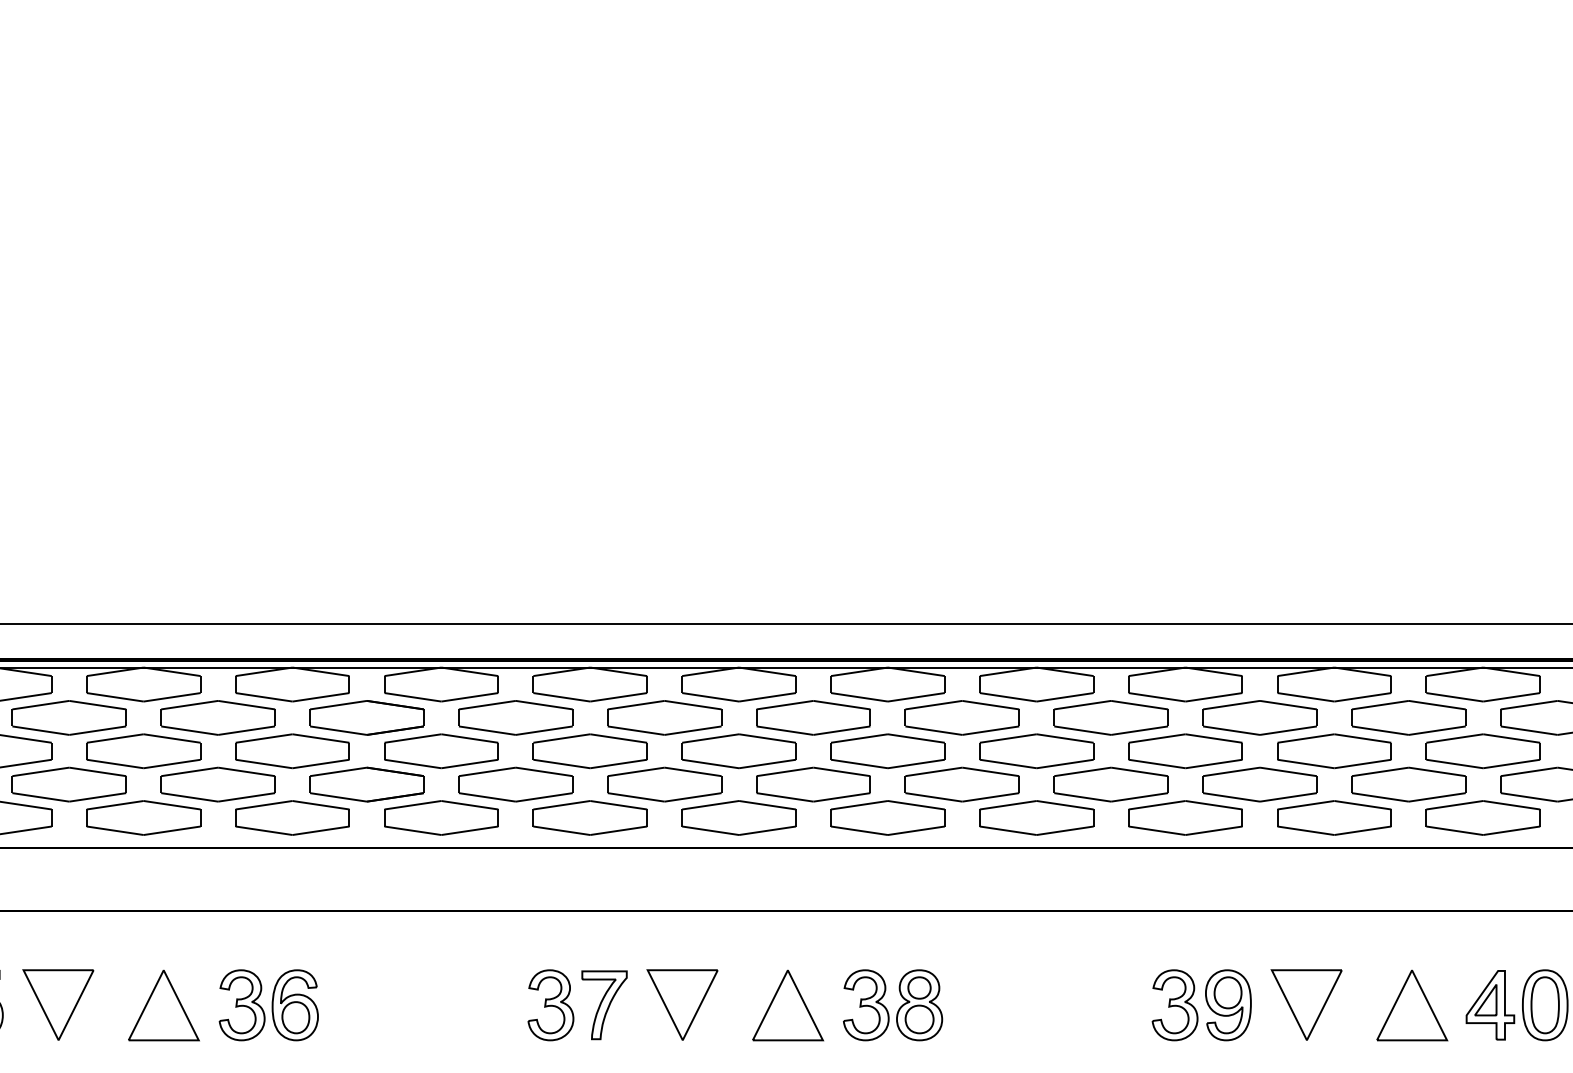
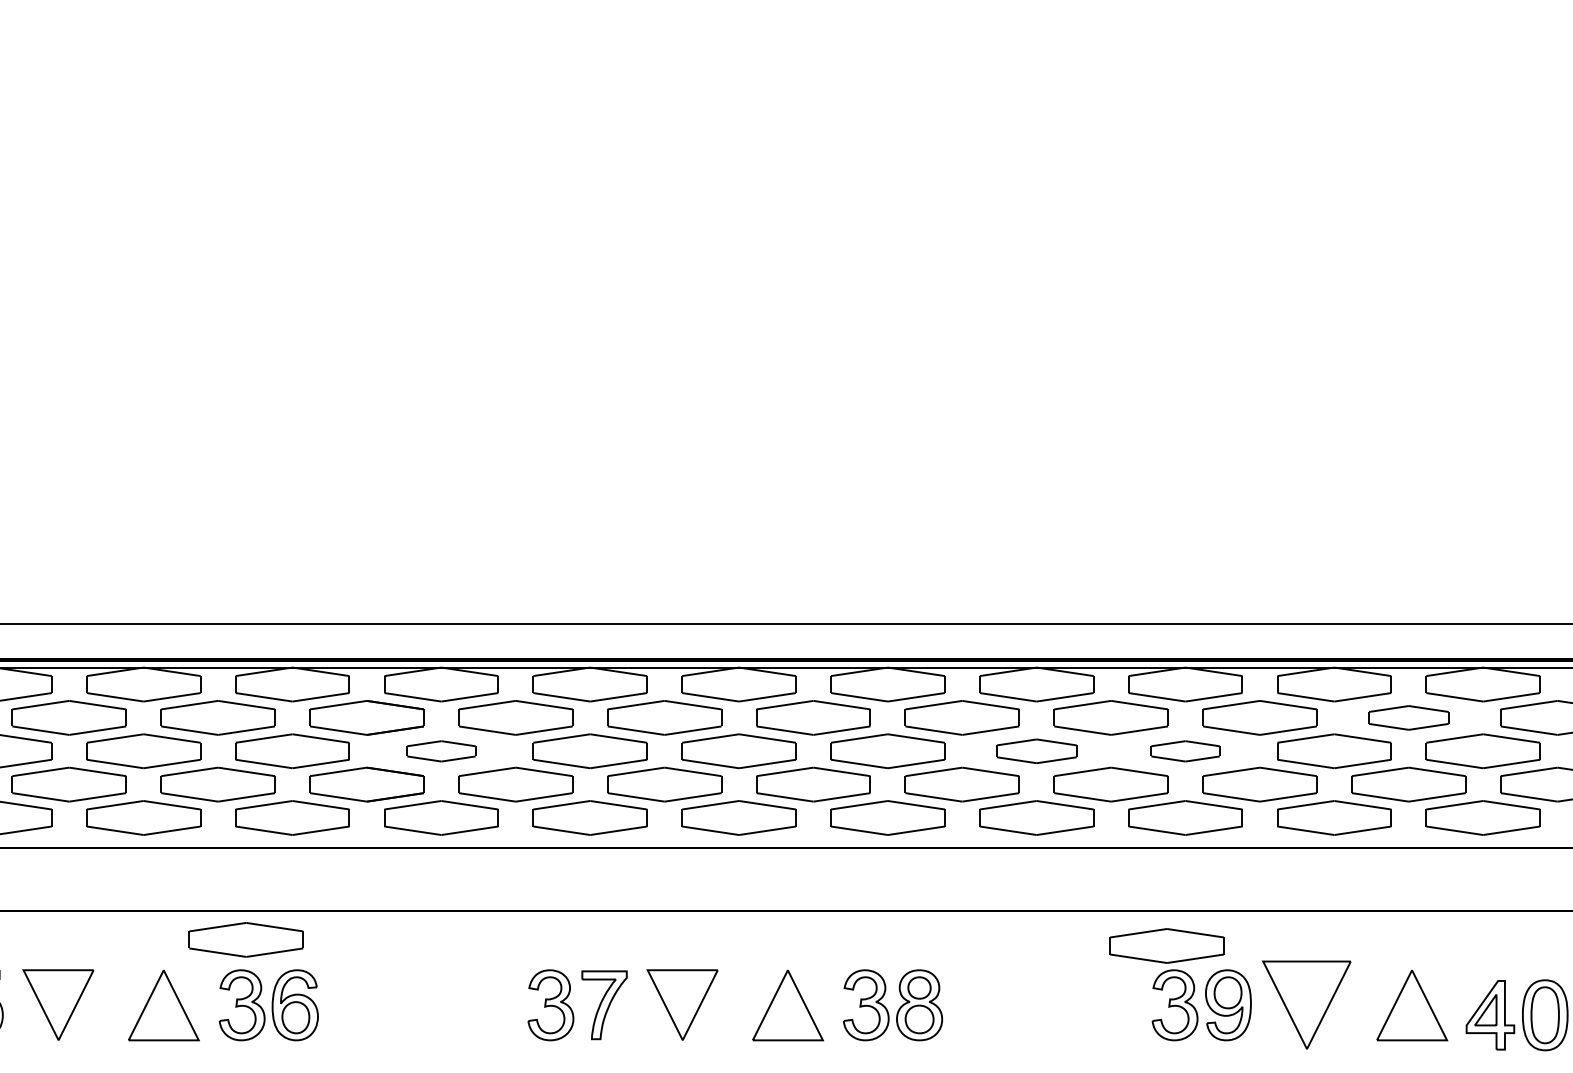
part at (1408, 717) size: 116x36 px -> 82x26 px
part at (441, 751) size: 115x37 px -> 71x23 px
part at (1036, 751) size: 116x37 px -> 82x26 px
part at (1185, 751) size: 115x37 px -> 71x23 px
part at (245, 939): none -> present
part at (1166, 945): none -> present
part at (1306, 1004) size: 73x72 px -> 90x90 px
part at (1516, 1005) position: (1516, 1005) -> (1516, 1015)
